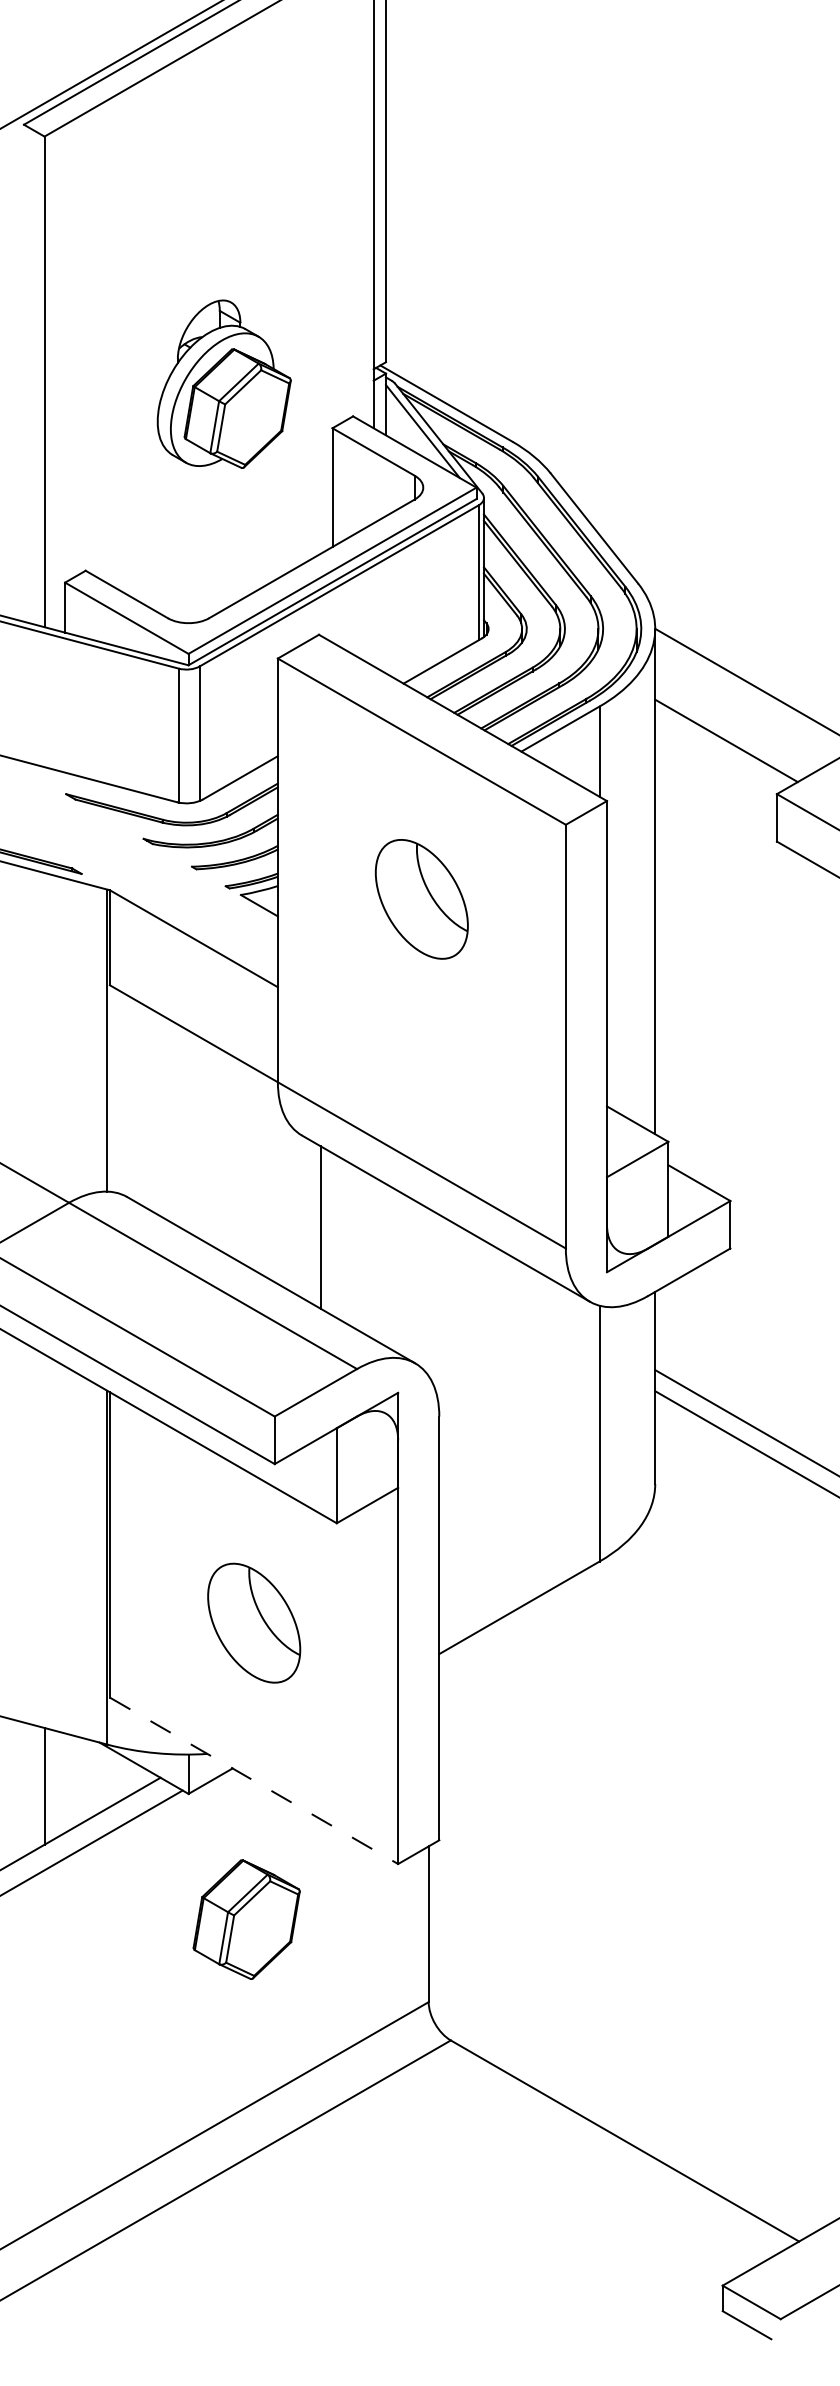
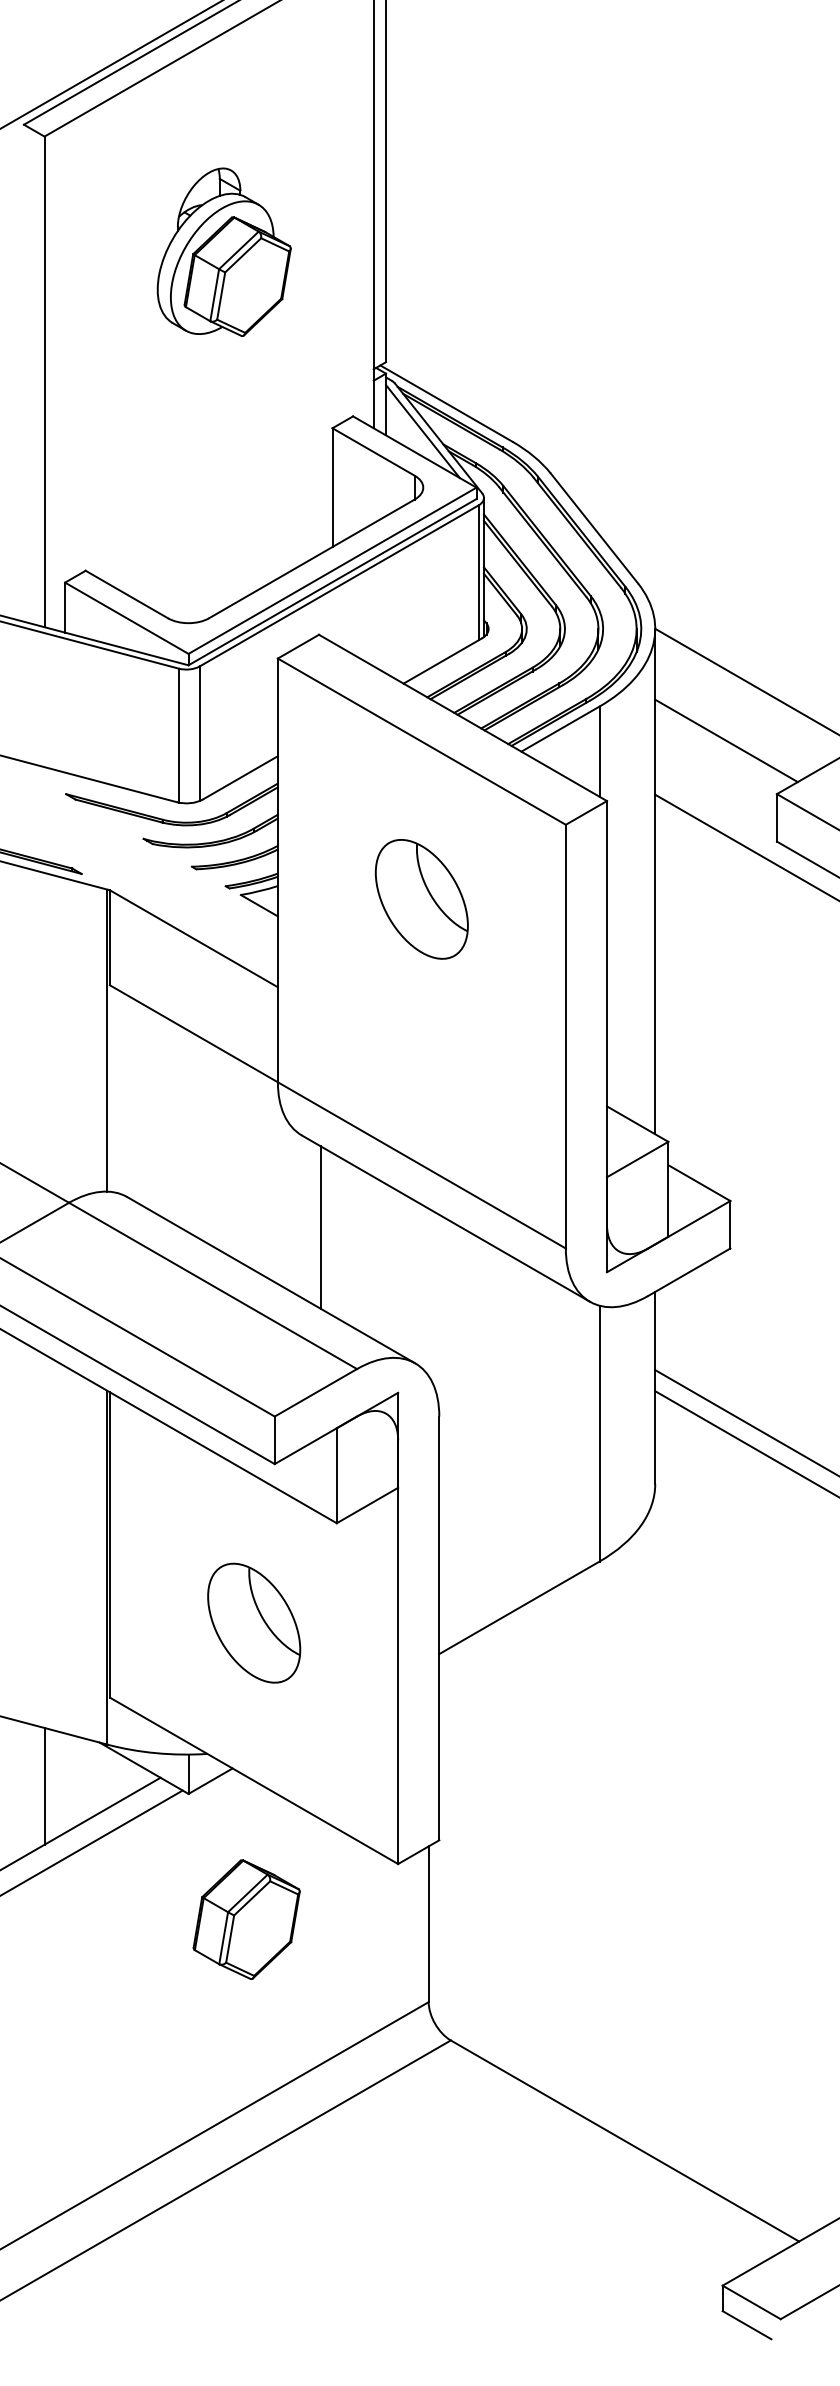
part at (223, 383) position: (223, 383) -> (223, 251)
line at (745, 846): none -> present
line at (254, 1781): dashed -> solid
